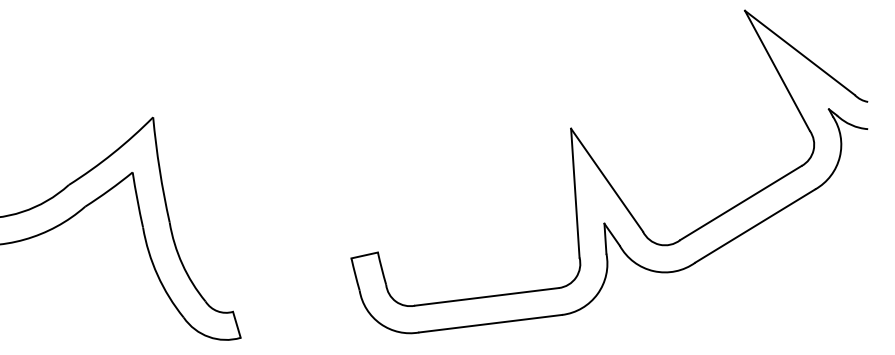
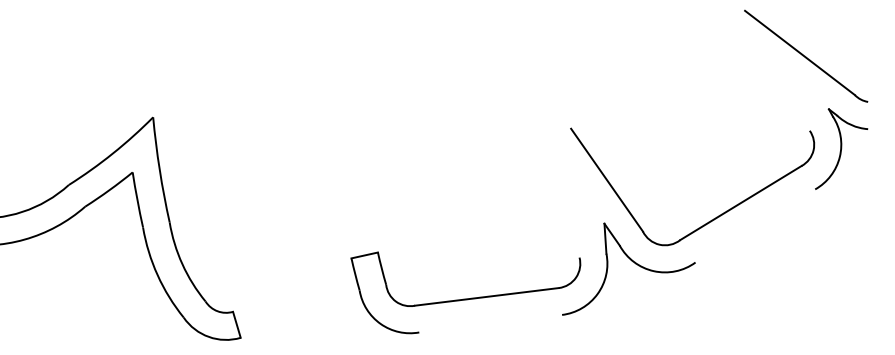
line at (777, 70): present -> none
line at (575, 192): present -> none
line at (755, 225): present -> none
line at (490, 323): present -> none
